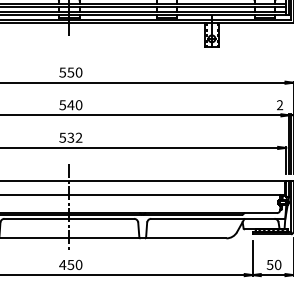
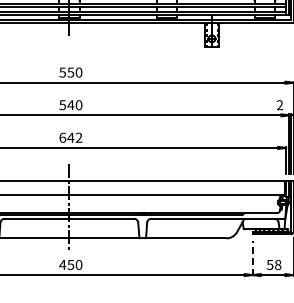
text at (66, 137): 532 -> 642
line at (252, 258): solid -> dashed
text at (277, 264): 50 -> 58
